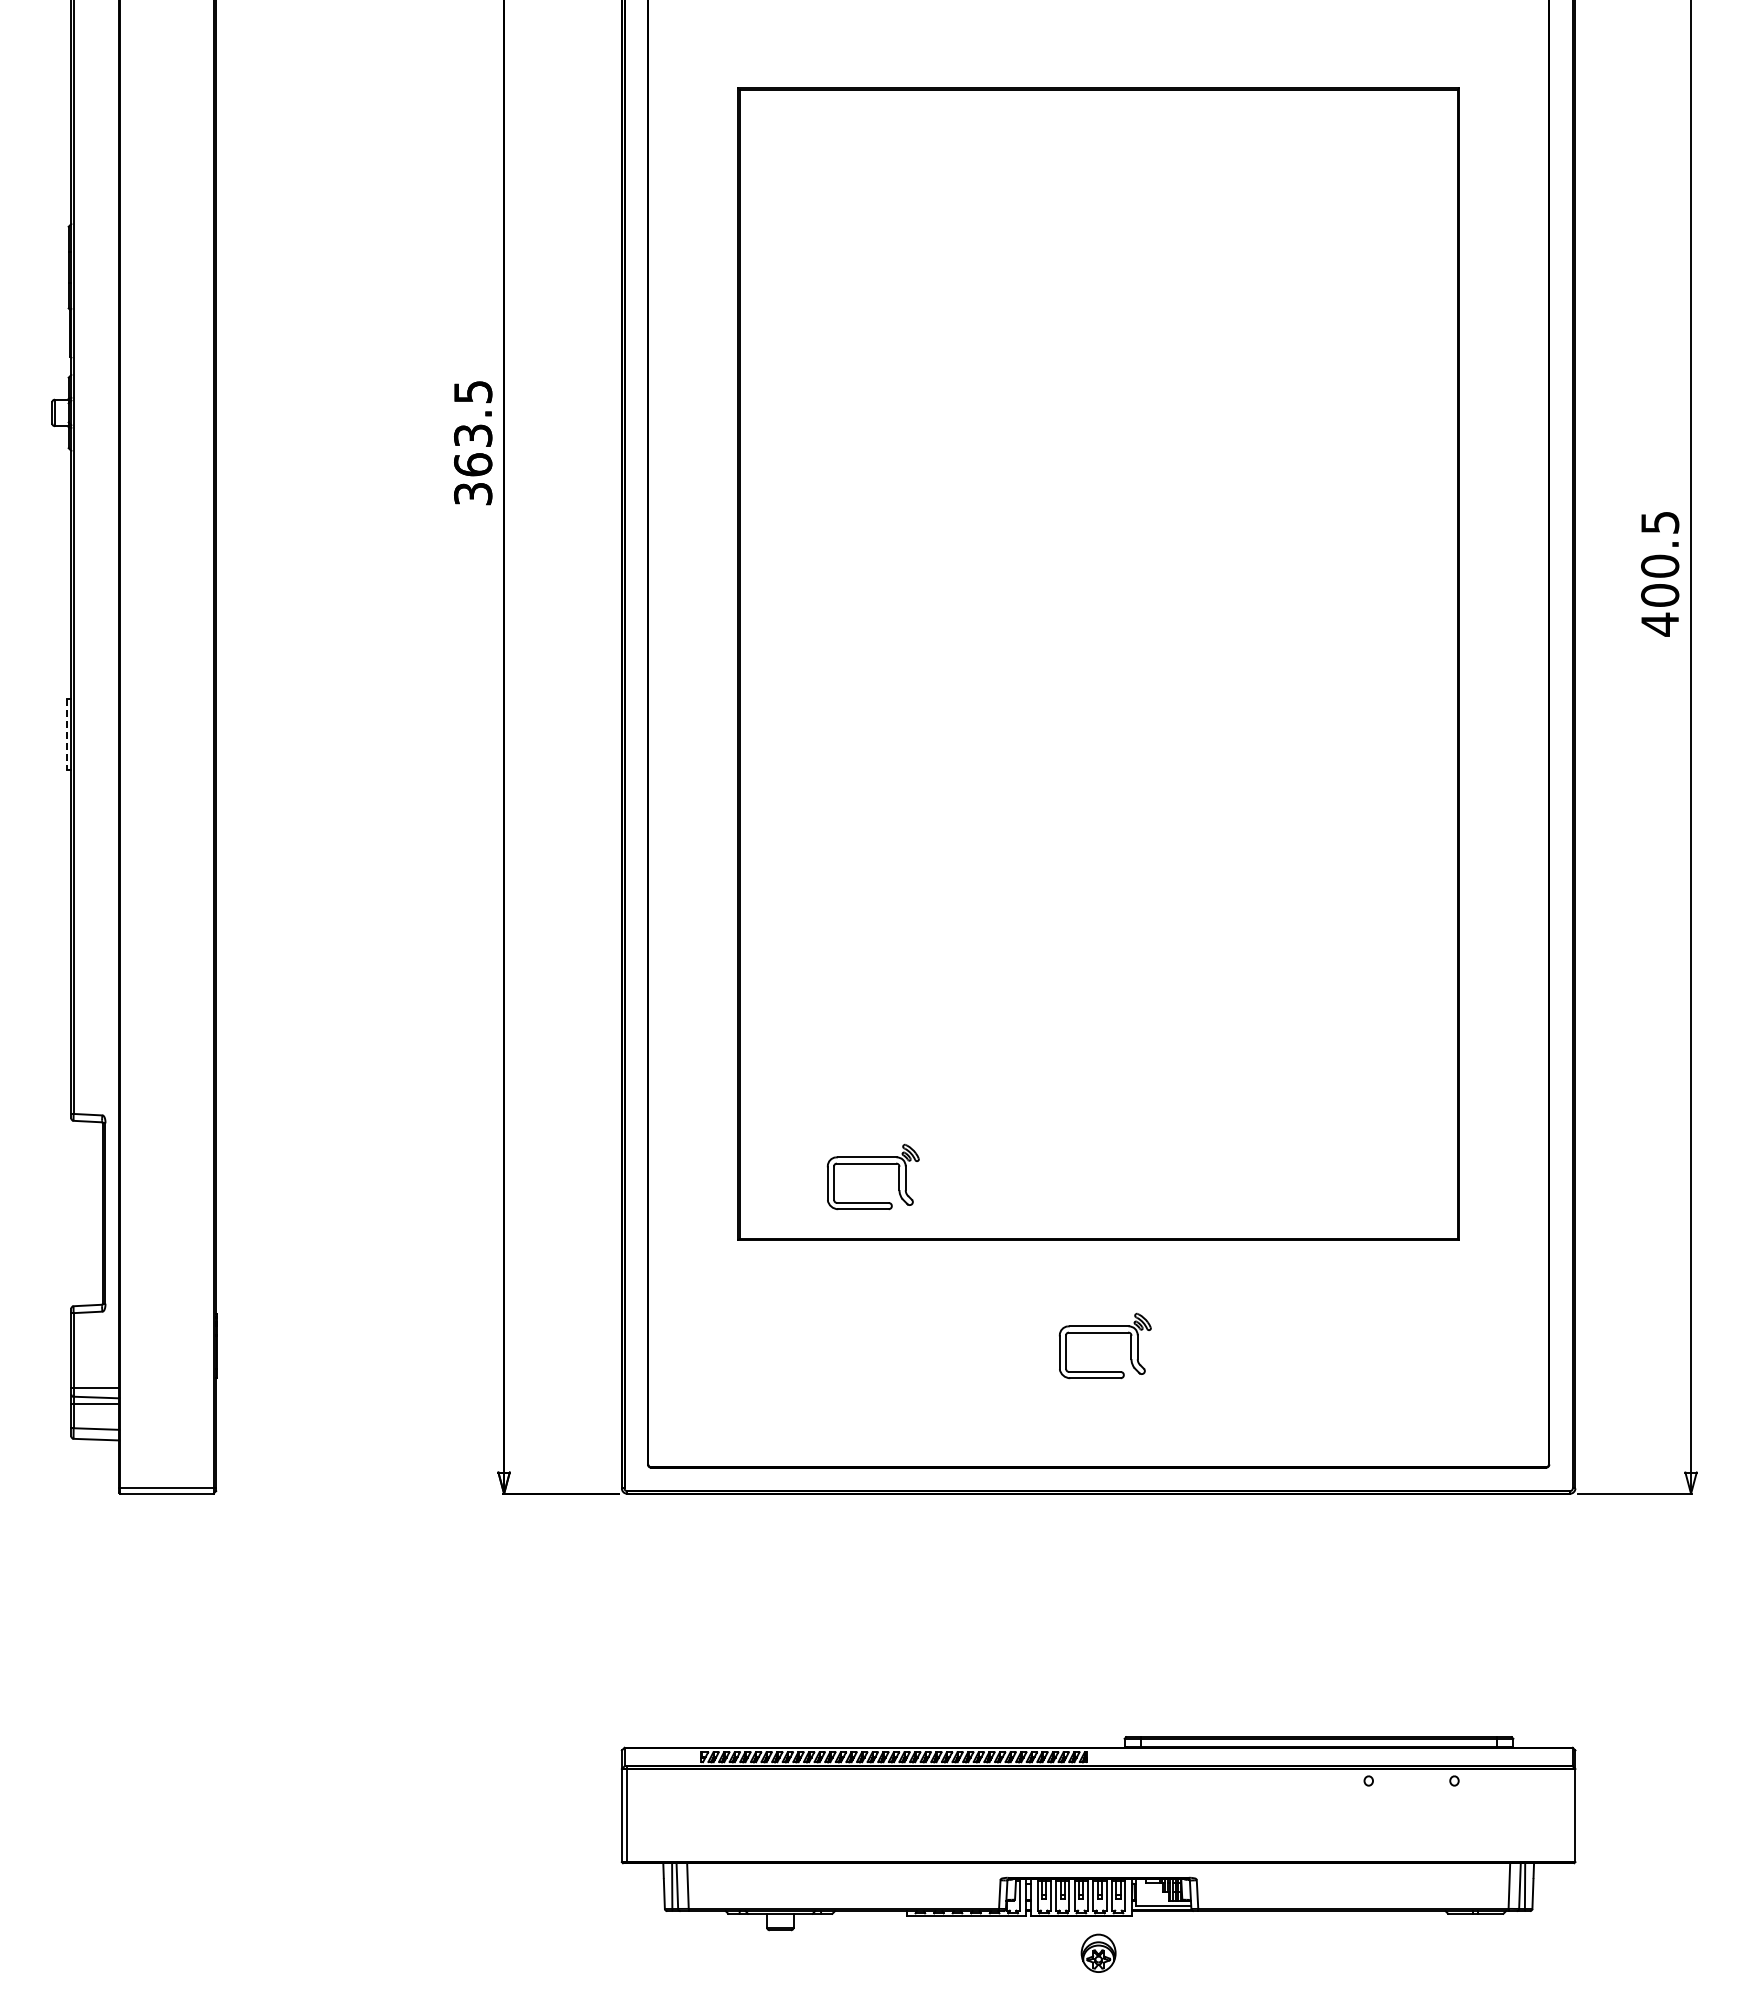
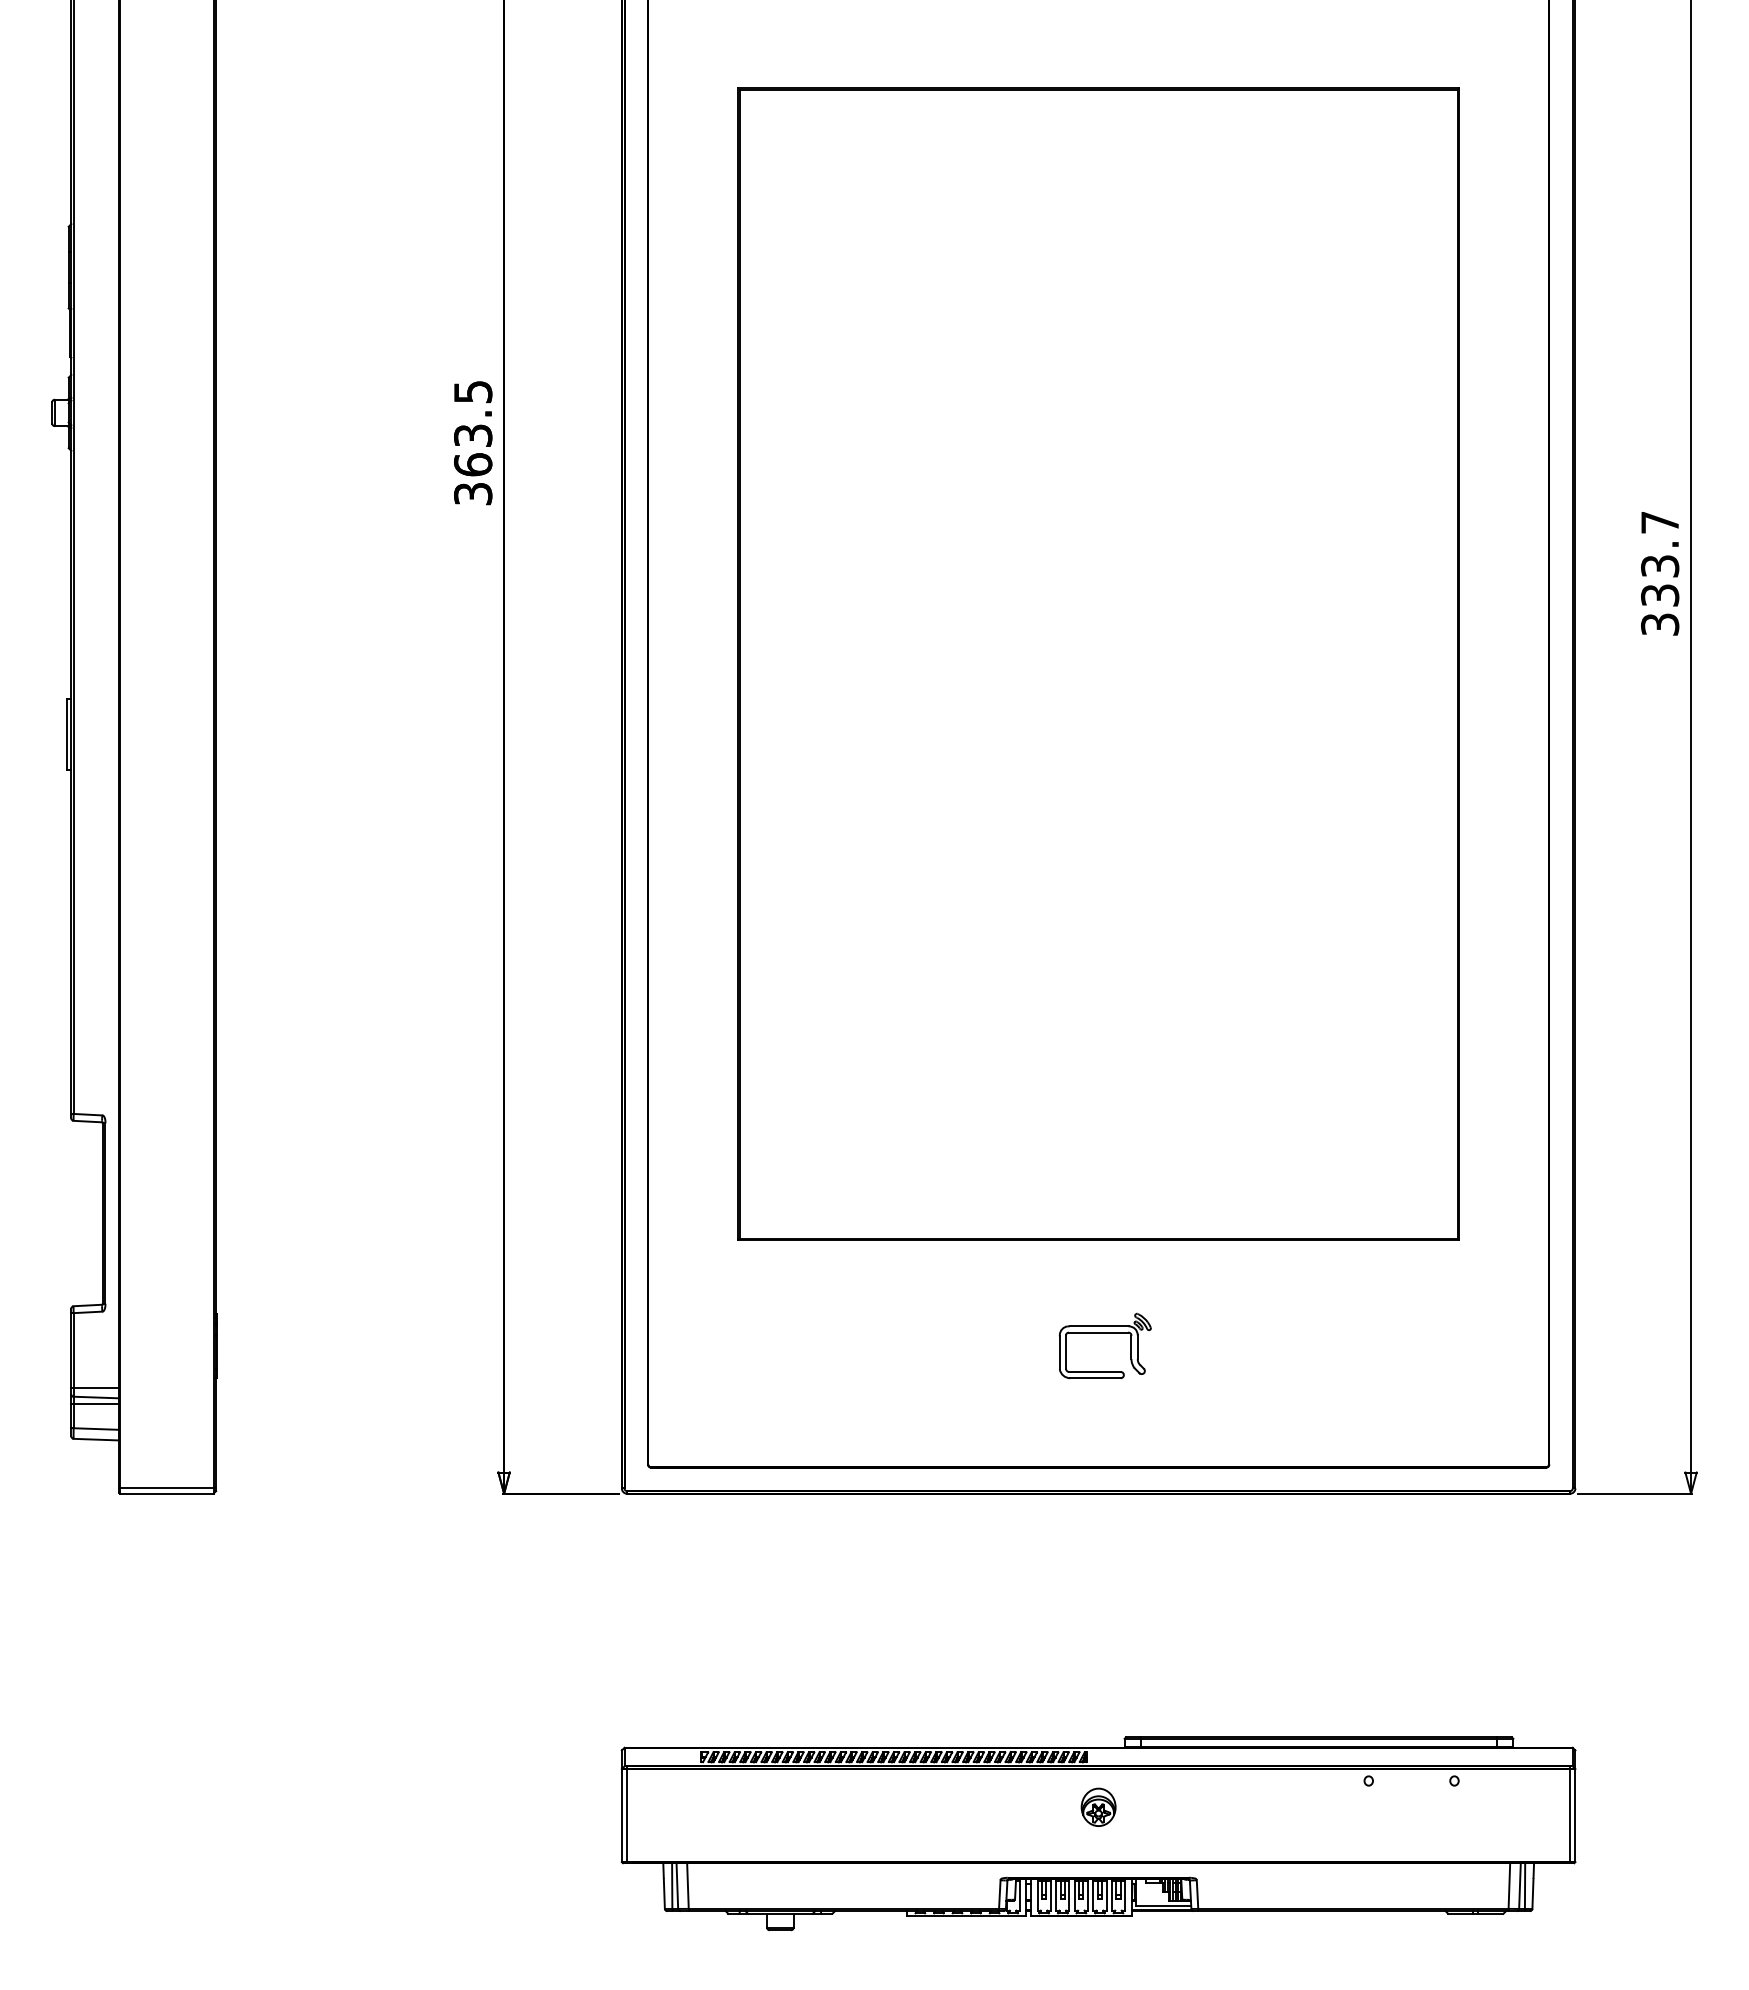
text at (1660, 574): 400.5 -> 333.7
line at (66, 735): dashed -> solid
part at (872, 1164): present -> none
line at (1570, 1814): none -> present
part at (1098, 1952) position: (1098, 1952) -> (1098, 1806)
